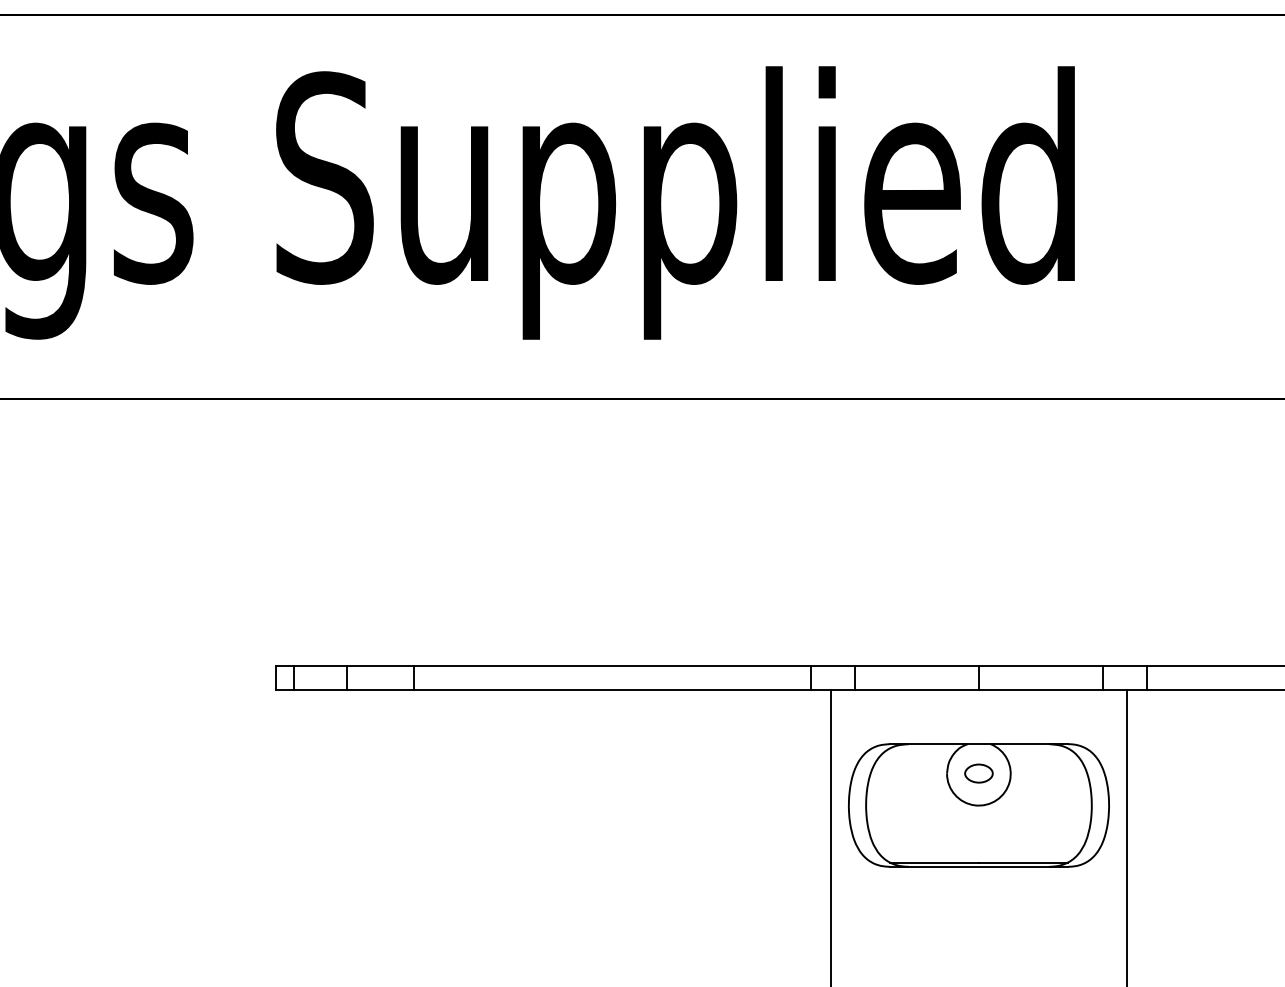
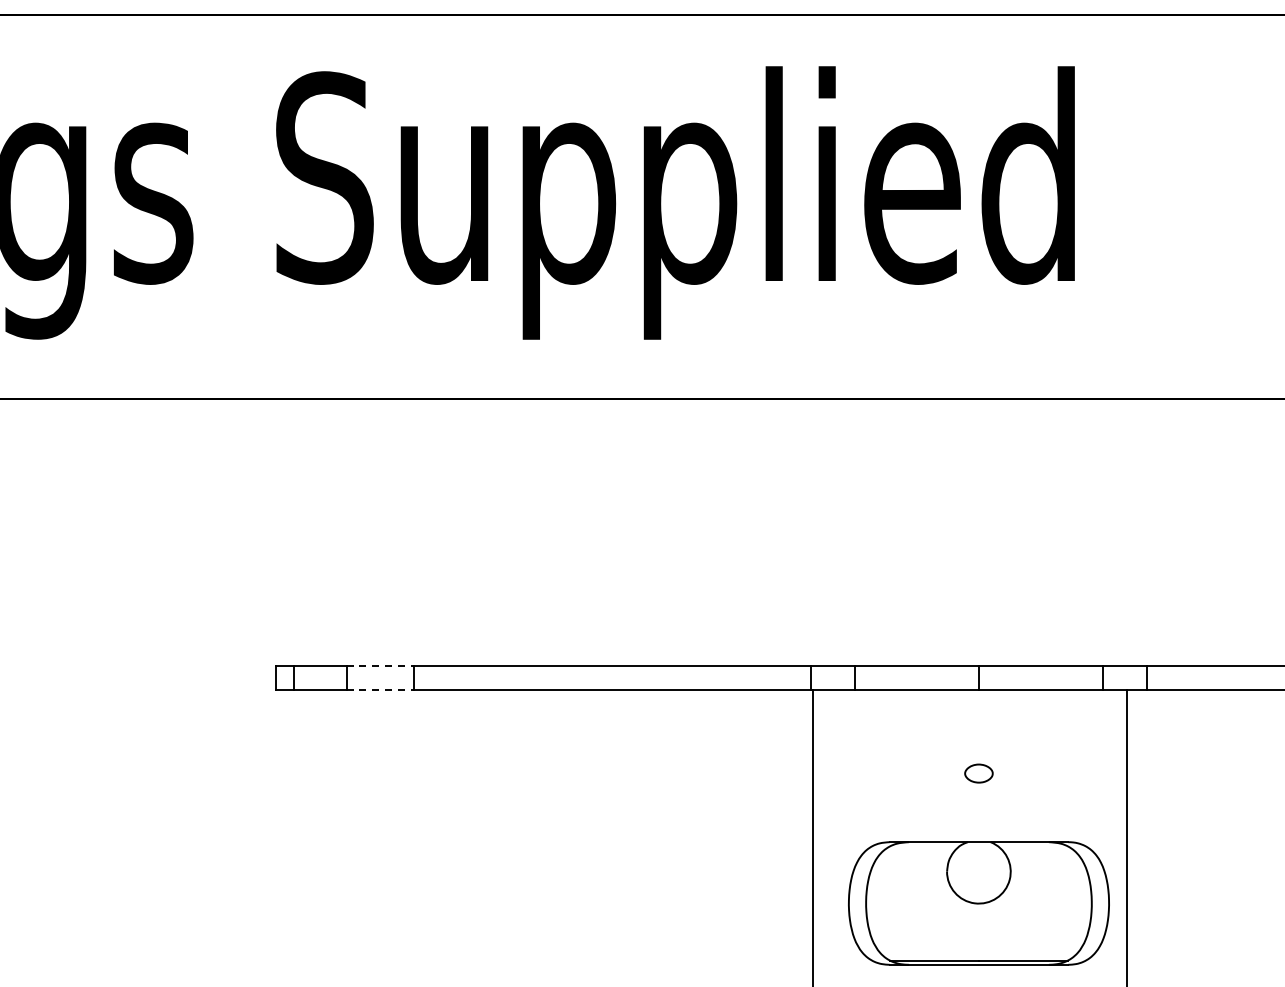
line at (380, 665): solid -> dashed
line at (380, 690): solid -> dashed
part at (978, 805) position: (978, 805) -> (978, 903)
line at (831, 836) position: (831, 836) -> (813, 836)
